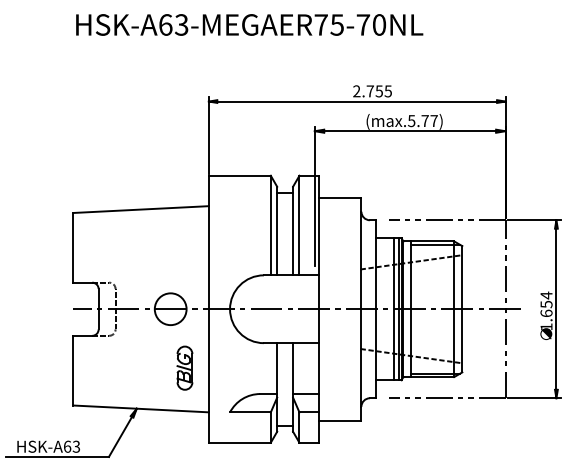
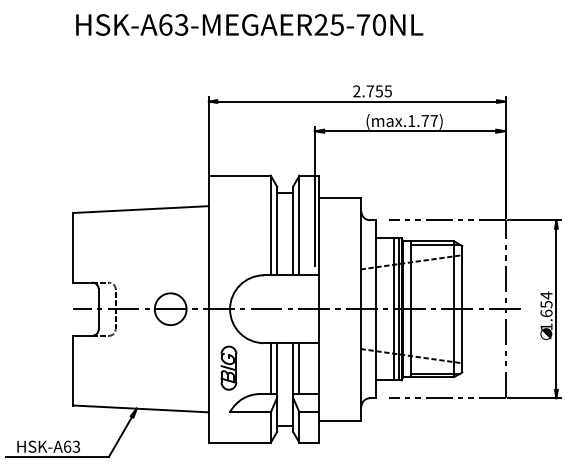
text at (320, 24): HSK-A63-MEGAER75-70NL -> HSK-A63-MEGAER25-70NL
text at (411, 121): (max.5.77) -> (max.1.77)
part at (184, 367) position: (184, 367) -> (228, 367)
line at (270, 368): none -> present
line at (299, 368): none -> present
